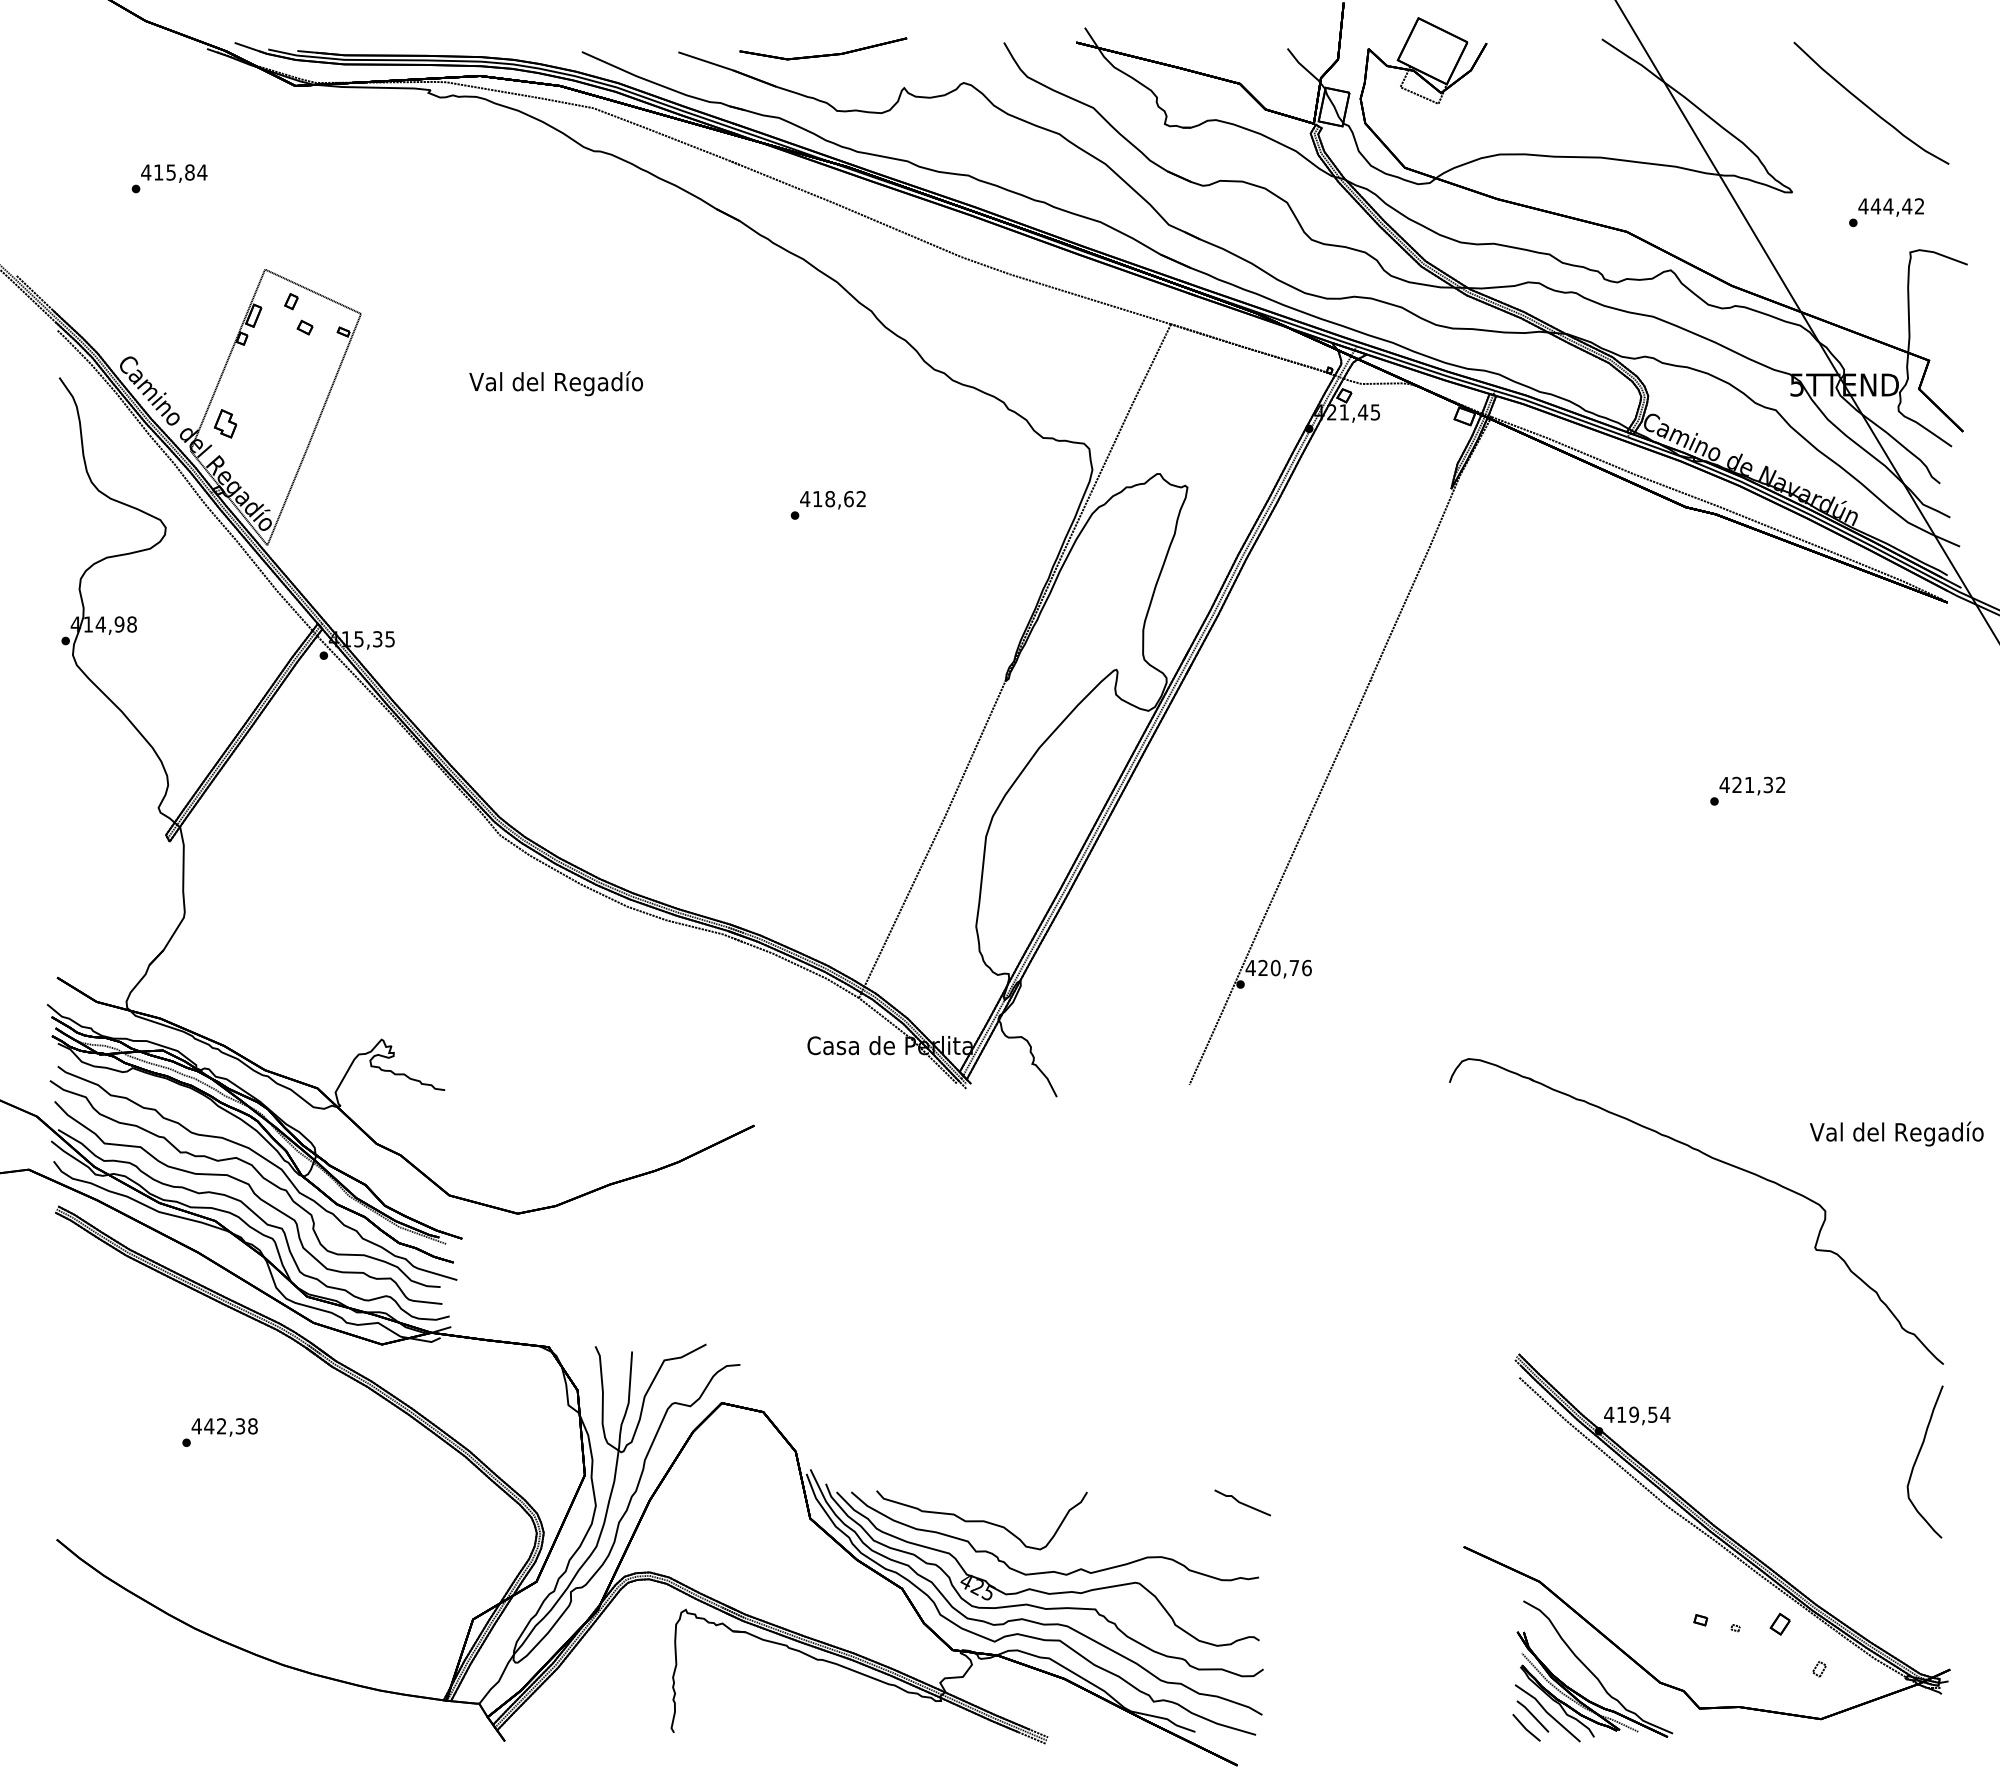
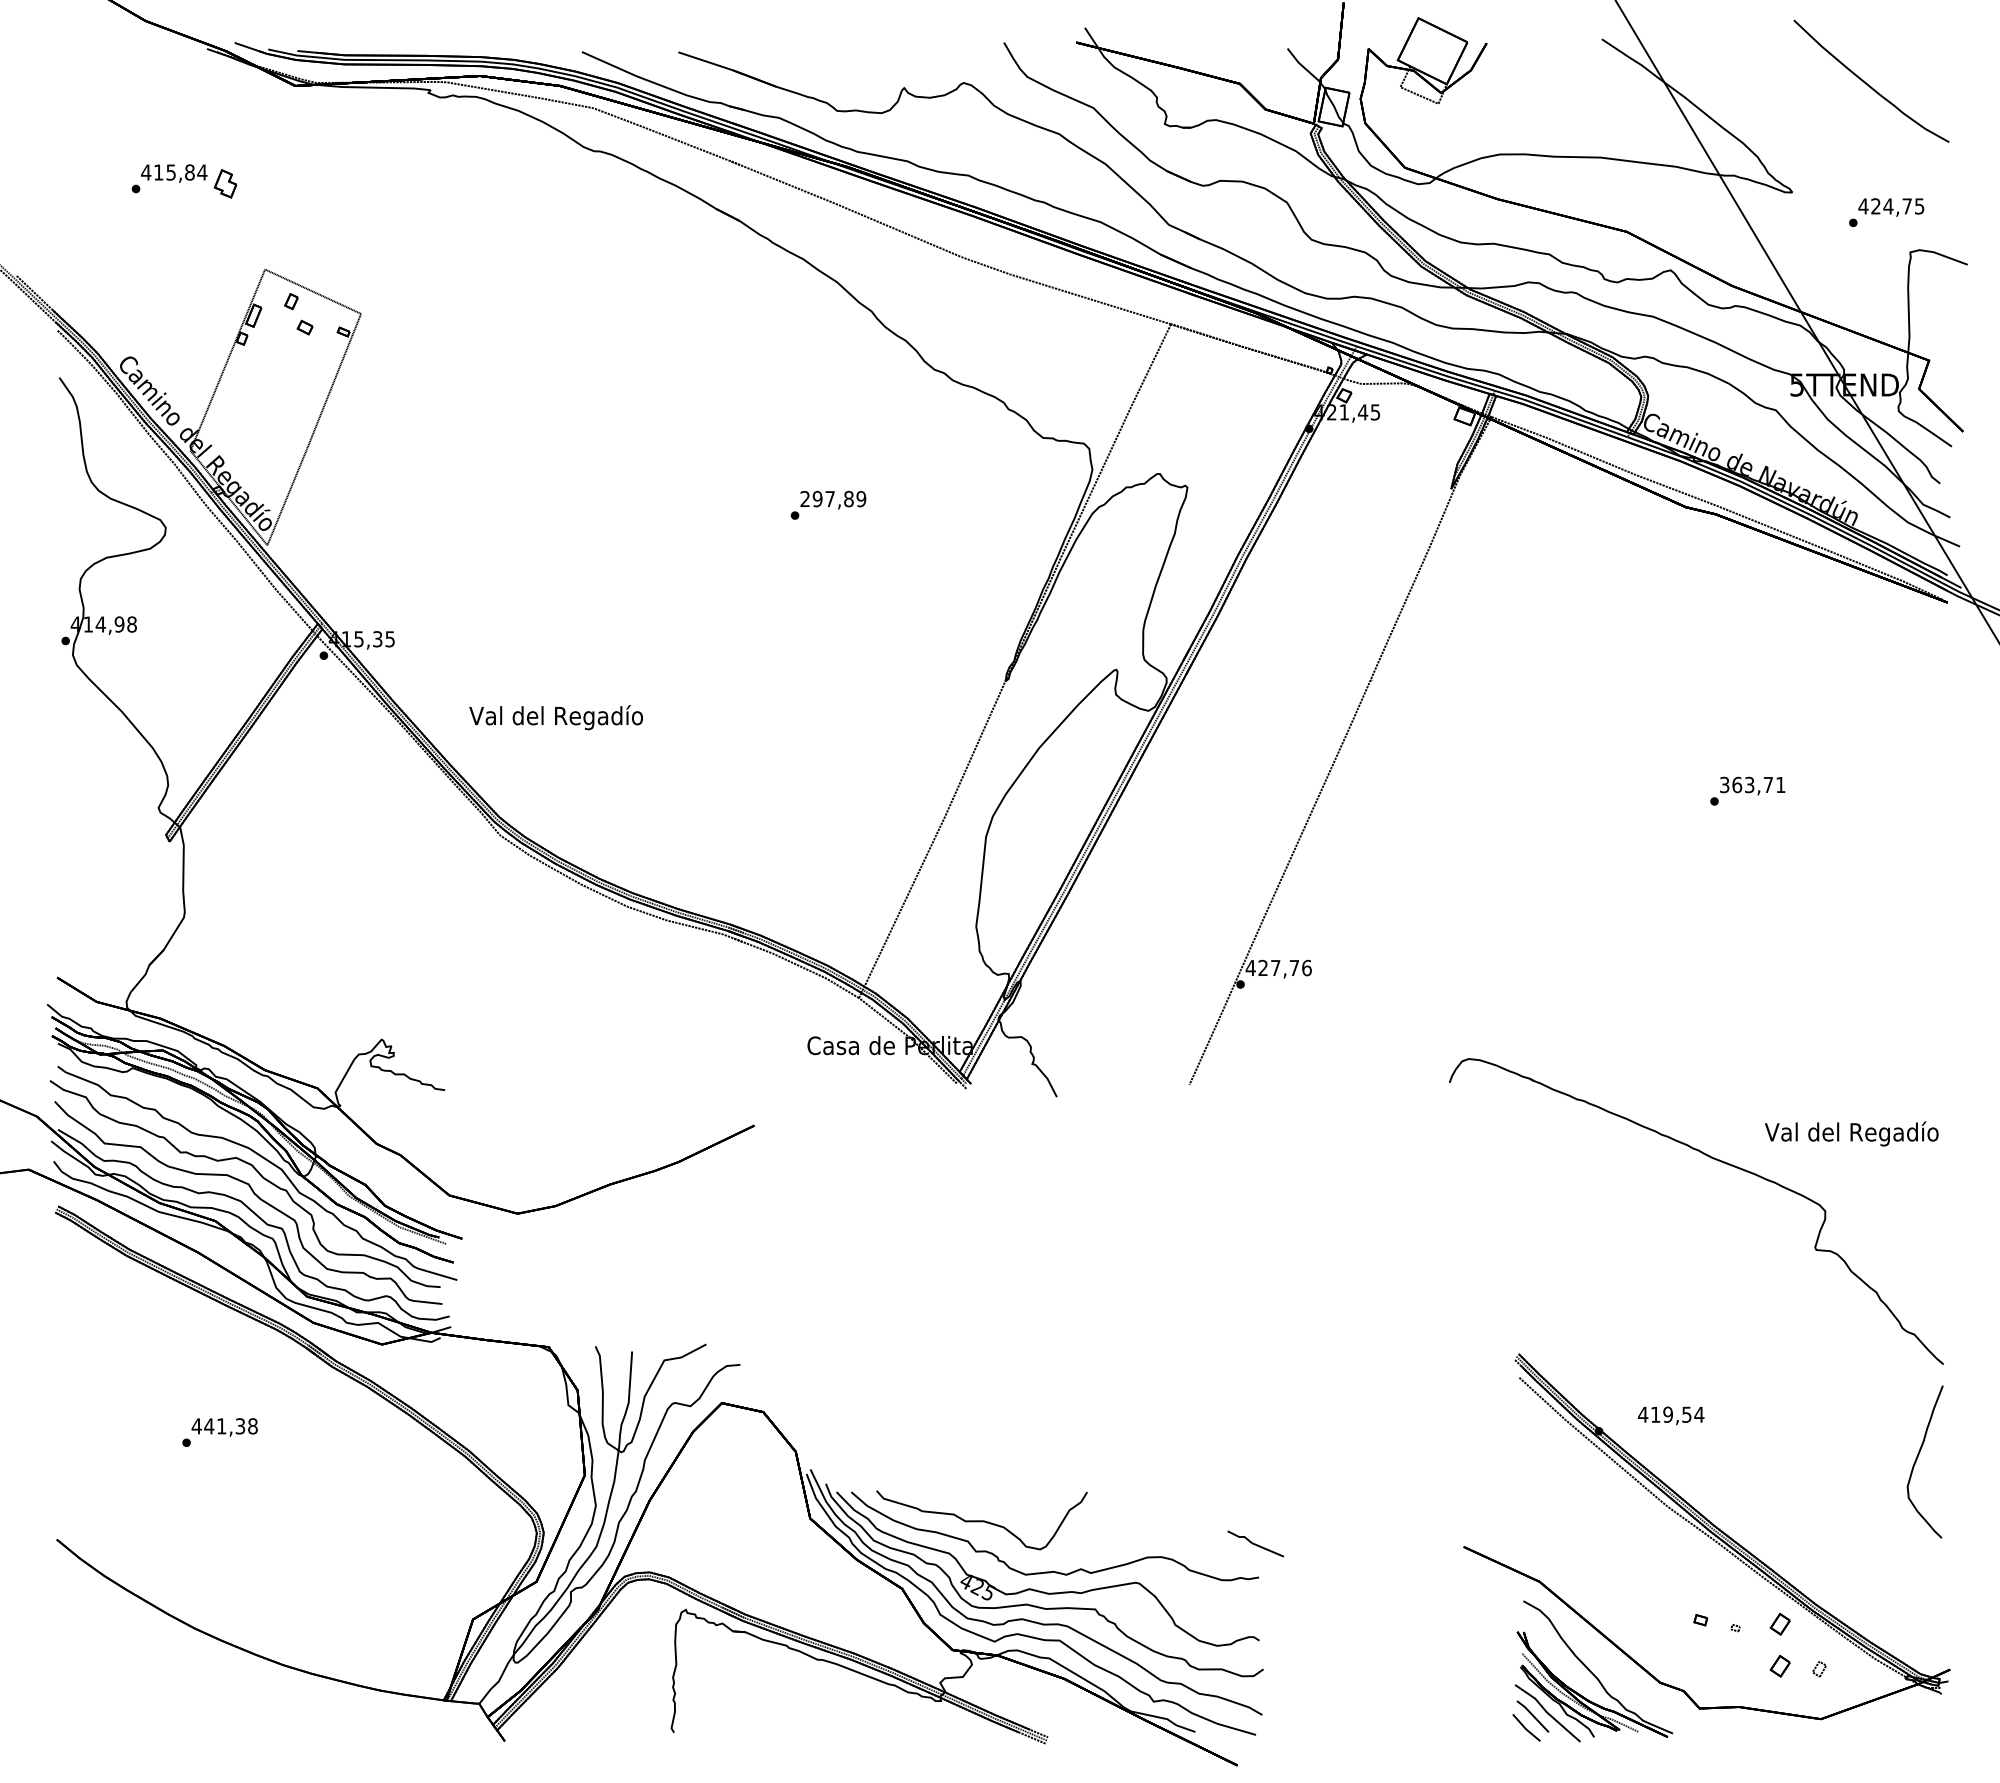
part at (823, 48): present -> none
curve at (1867, 105) position: (1867, 105) -> (1867, 83)
text at (1897, 206): 444,42 -> 424,75
text at (555, 383) position: (555, 383) -> (555, 717)
part at (225, 423) position: (225, 423) -> (225, 183)
text at (833, 499): 418,62 -> 297,89
text at (1752, 784): 421,32 -> 363,71
text at (1275, 967): 420,76 -> 427,76
text at (1896, 1133) position: (1896, 1133) -> (1851, 1133)
text at (1637, 1415) position: (1637, 1415) -> (1671, 1415)
text at (221, 1426): 442,38 -> 441,38
line at (1242, 1502) position: (1242, 1502) -> (1255, 1543)
part at (1779, 1665): none -> present
